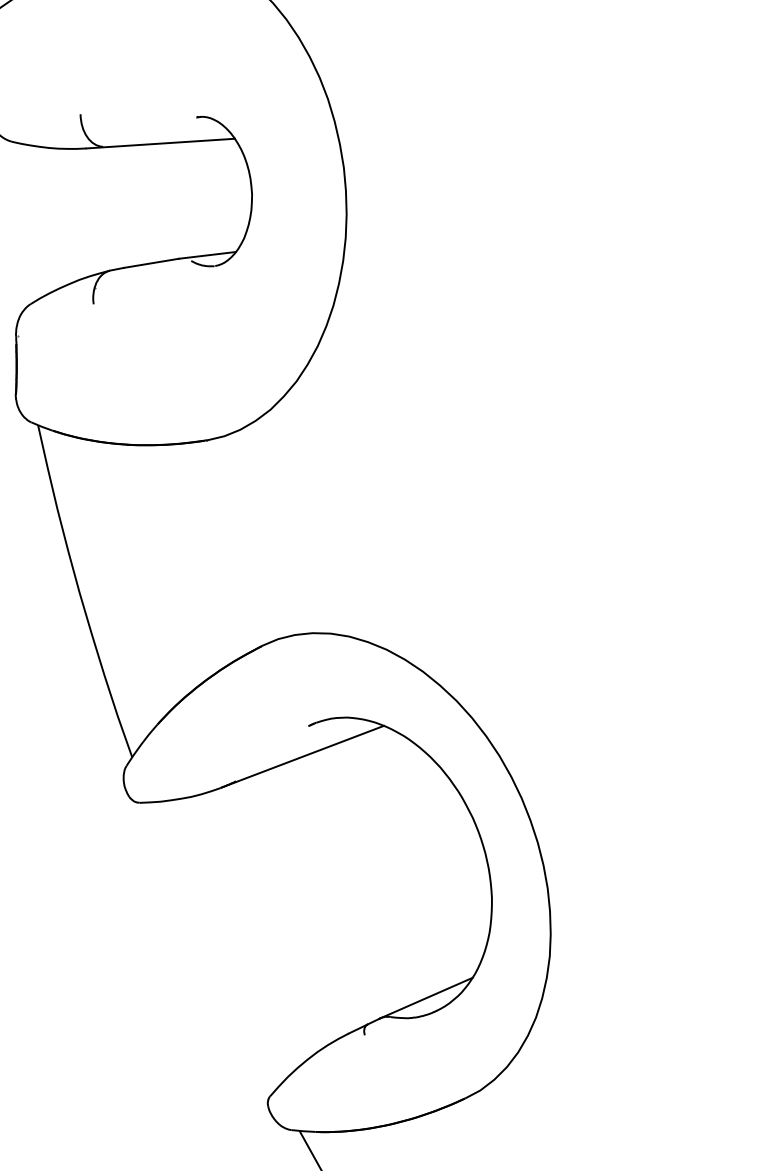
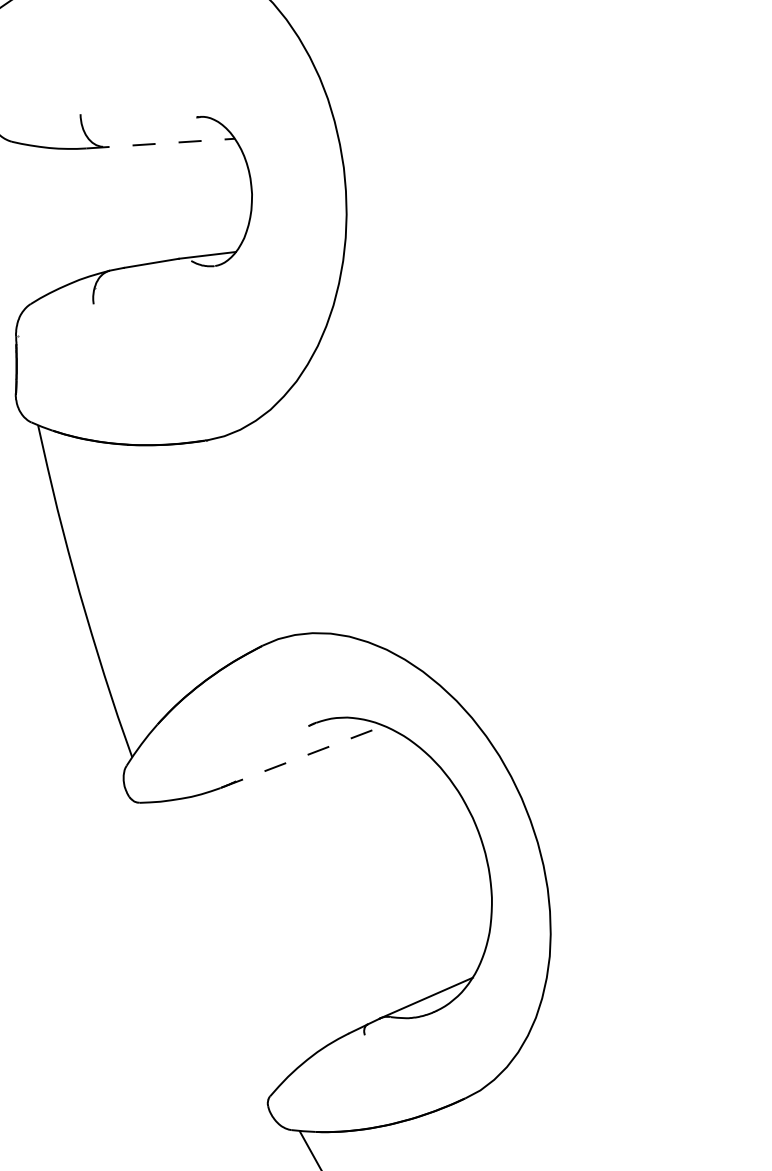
line at (161, 143): solid -> dashed
line at (302, 756): solid -> dashed
